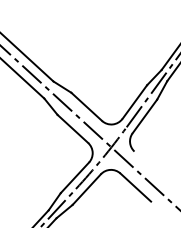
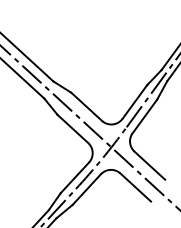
line at (149, 165): none -> present
